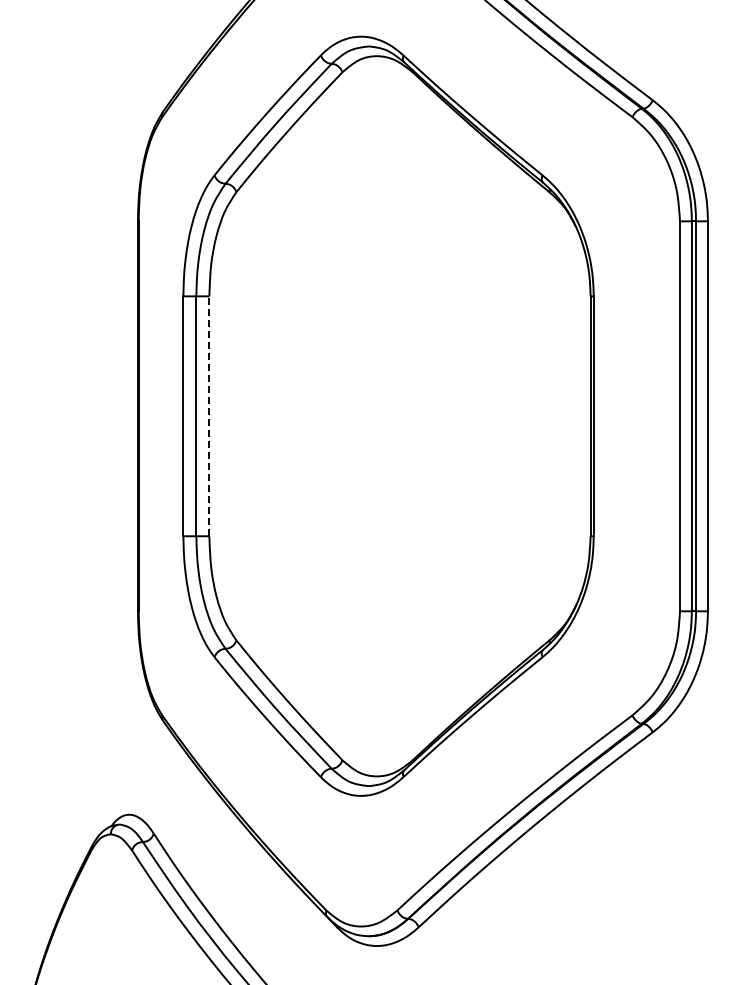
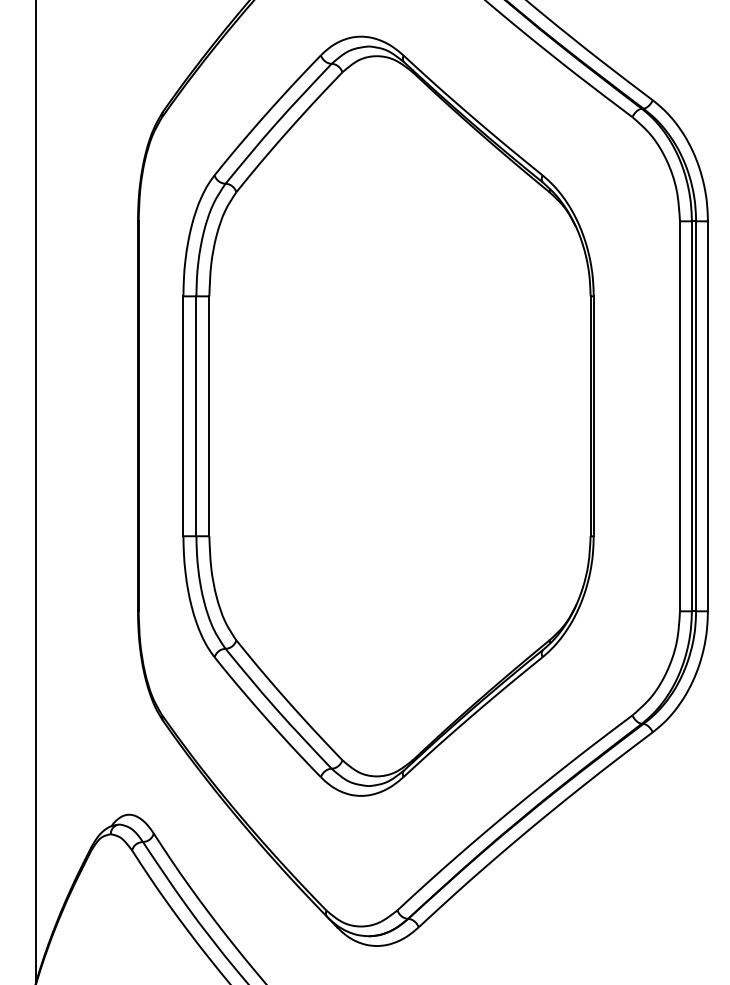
line at (209, 416): dashed -> solid
line at (35, 491): none -> present
